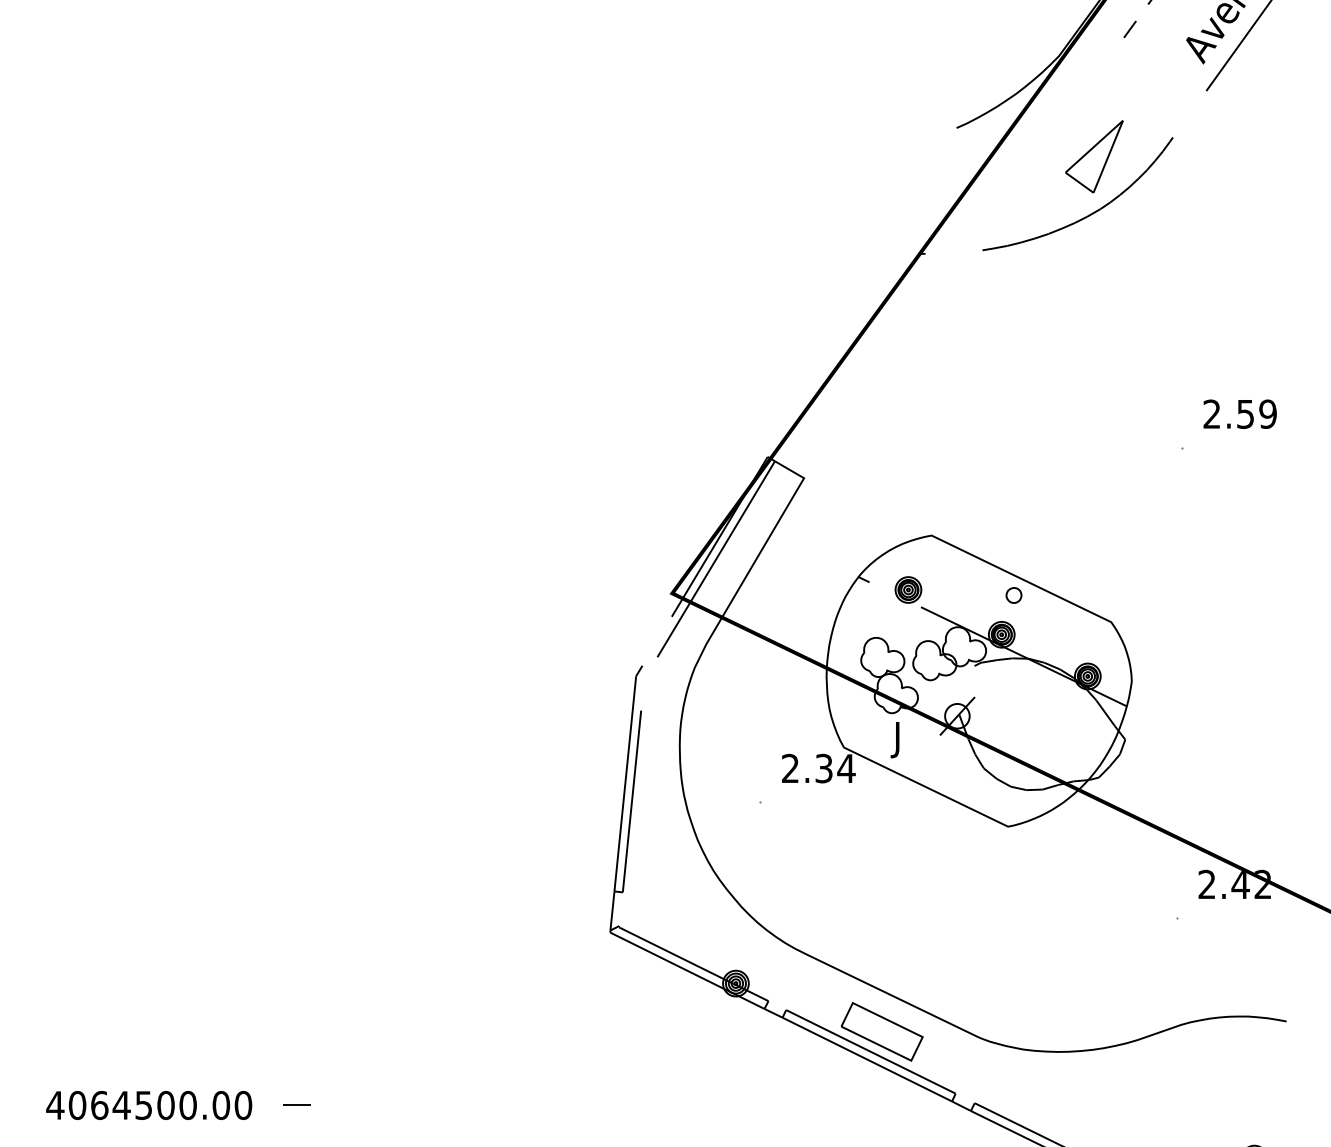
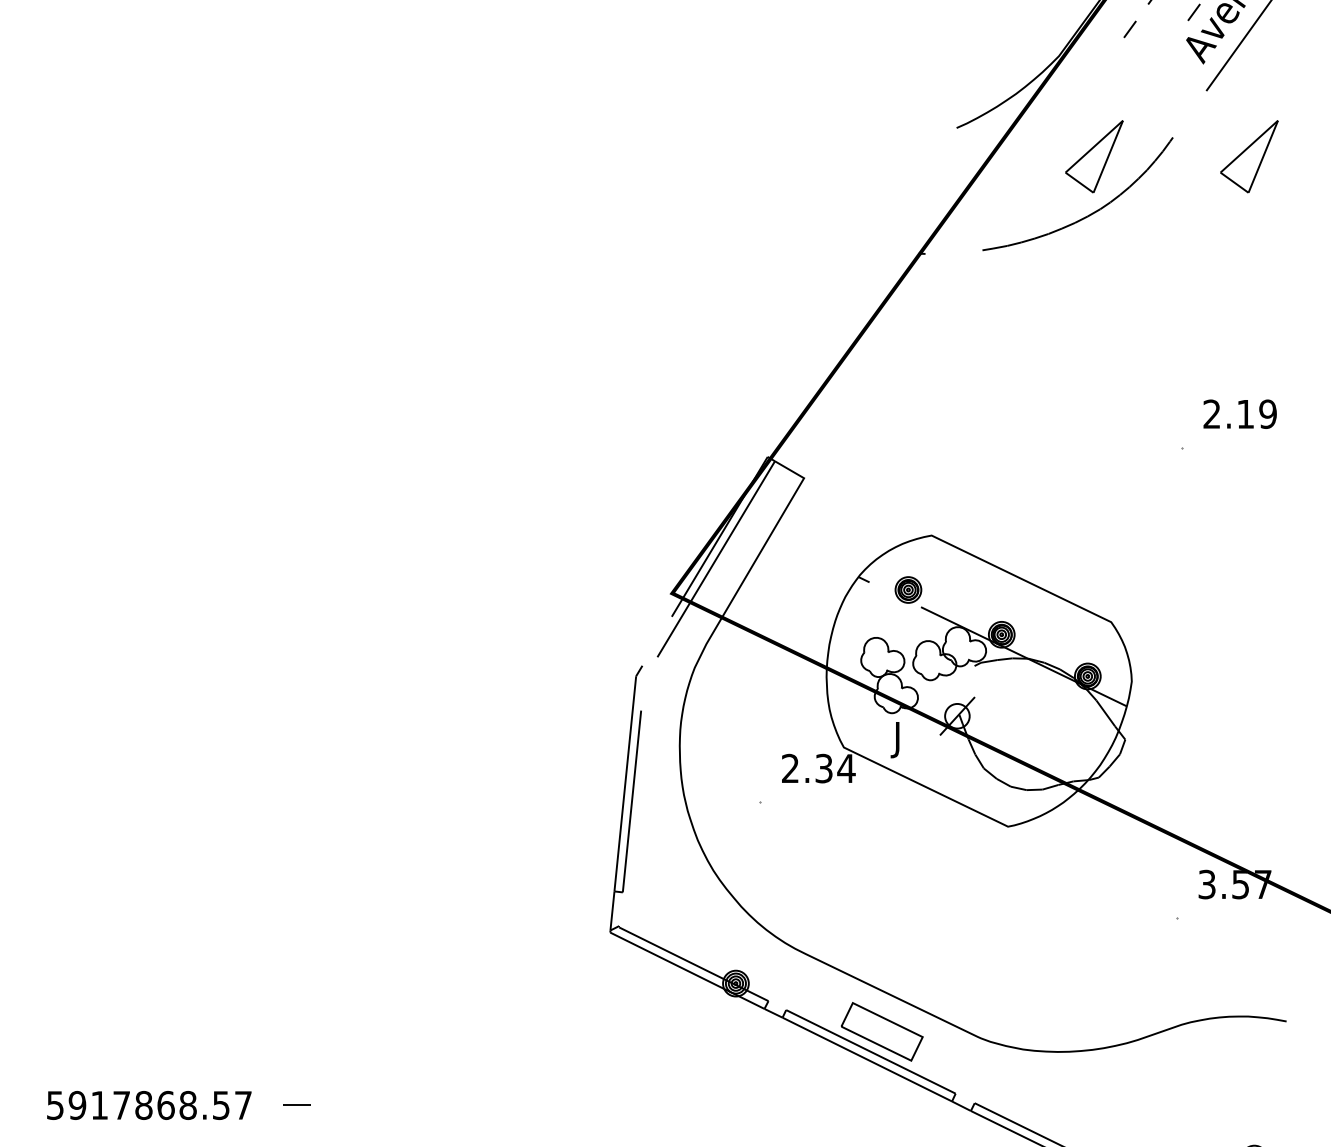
line at (1193, 12): none -> present
part at (1249, 156): none -> present
text at (1245, 414): 2.59 -> 2.19
part at (1013, 595): present -> none
text at (1234, 884): 2.42 -> 3.57
text at (149, 1105): 4064500.00 -> 5917868.57
